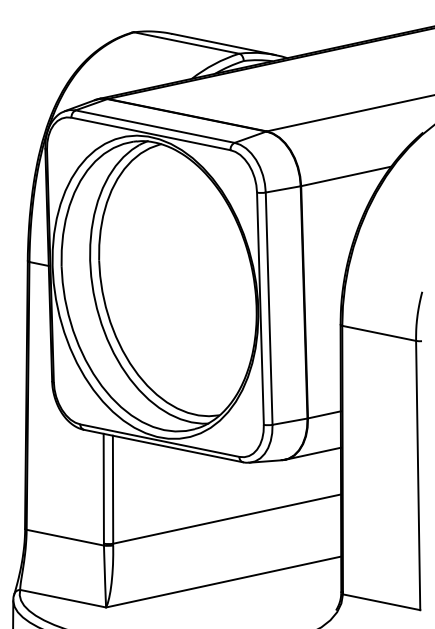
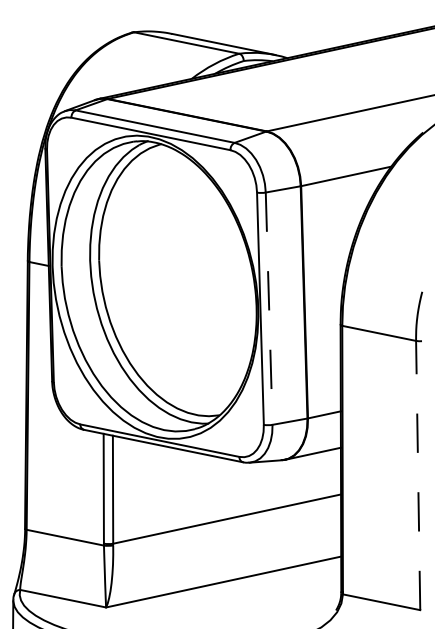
line at (269, 309): solid -> dashed
line at (418, 475): solid -> dashed
